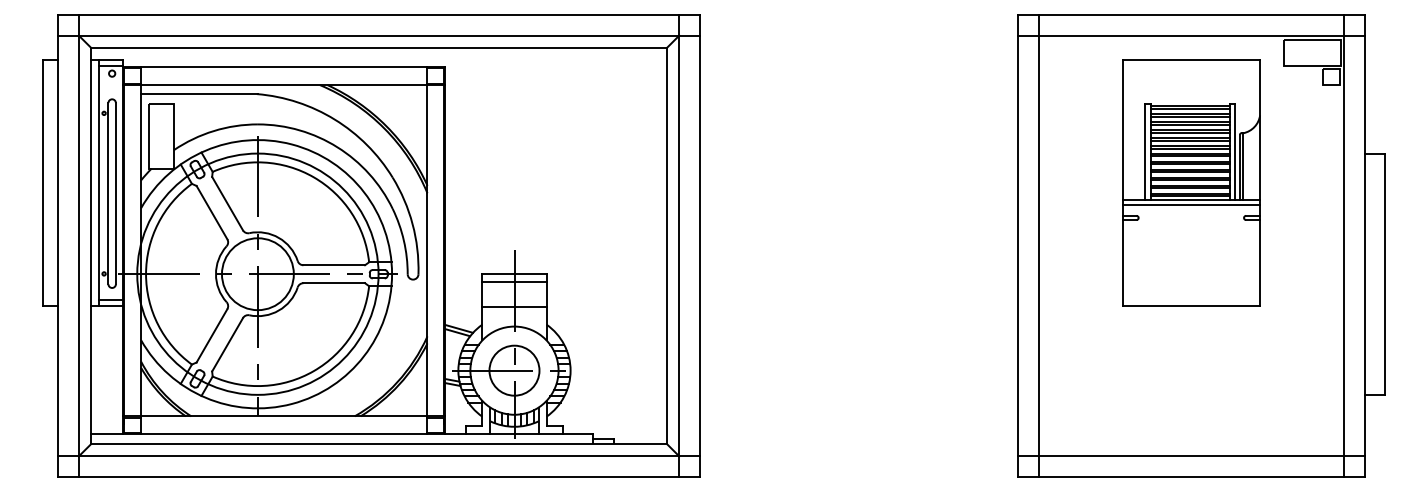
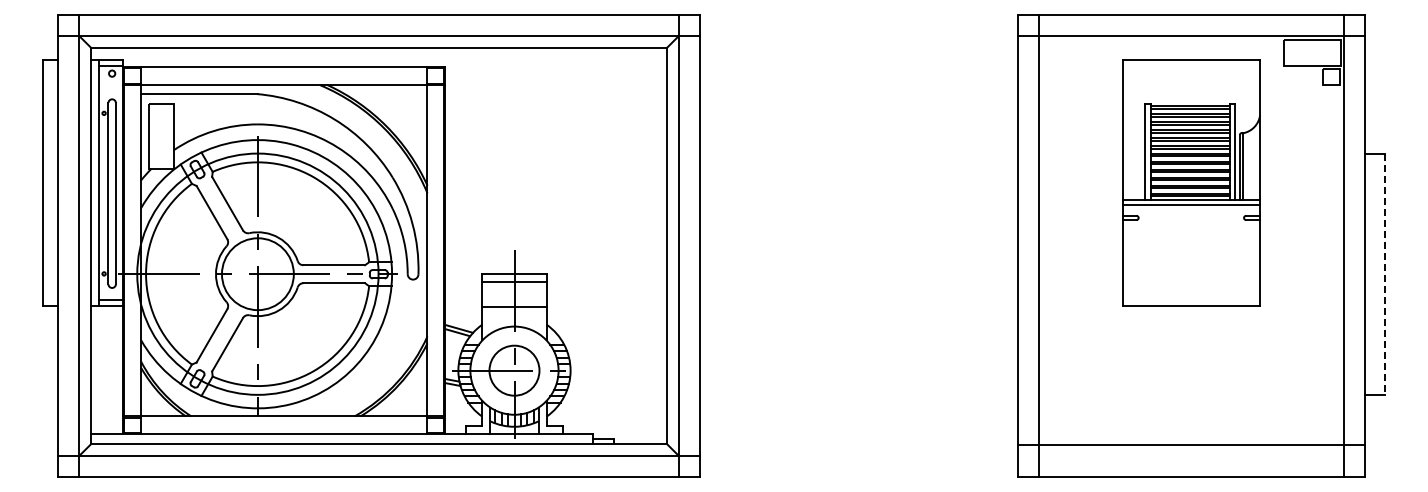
line at (1385, 274): solid -> dashed
line at (1191, 456) position: (1191, 456) -> (1191, 445)
